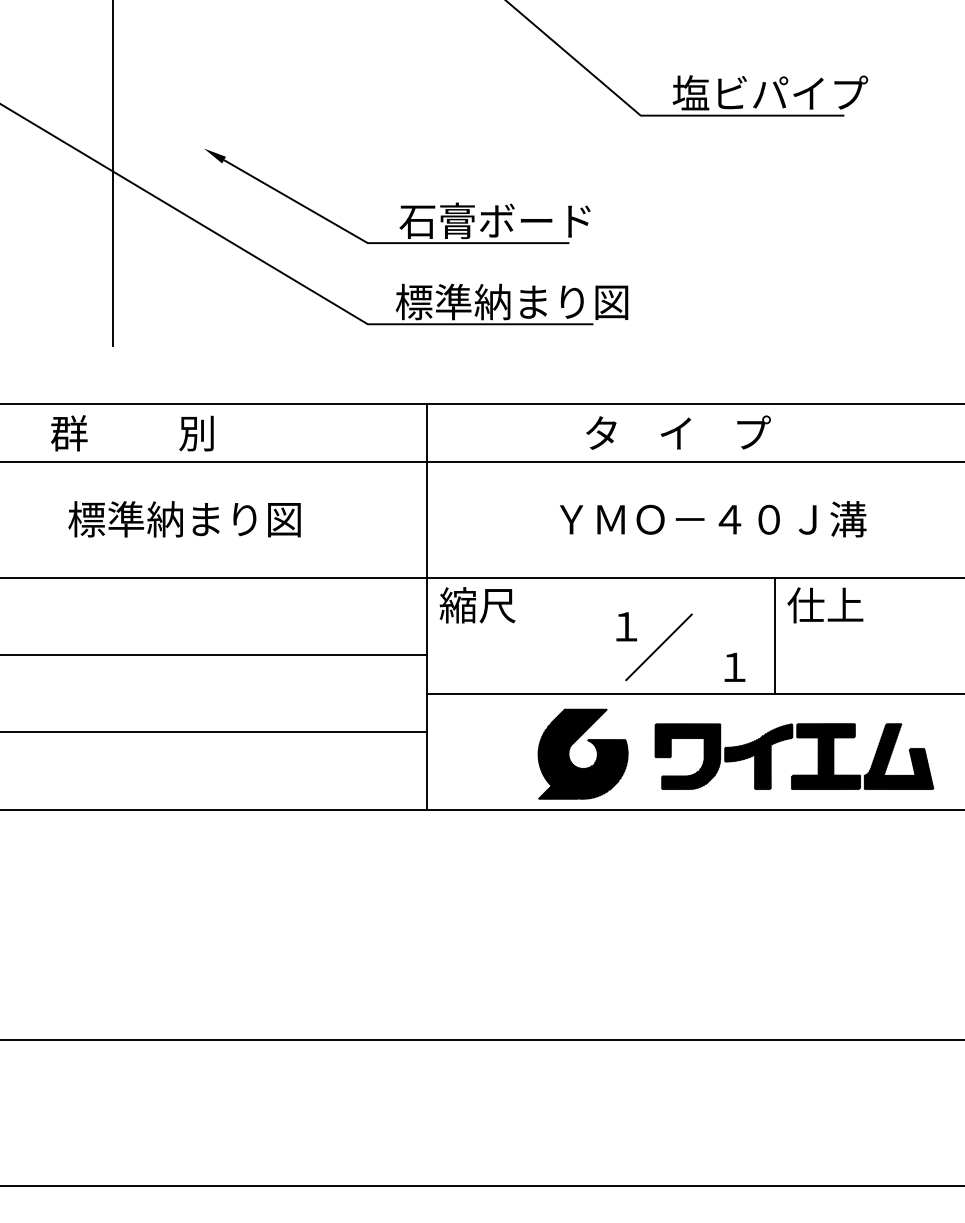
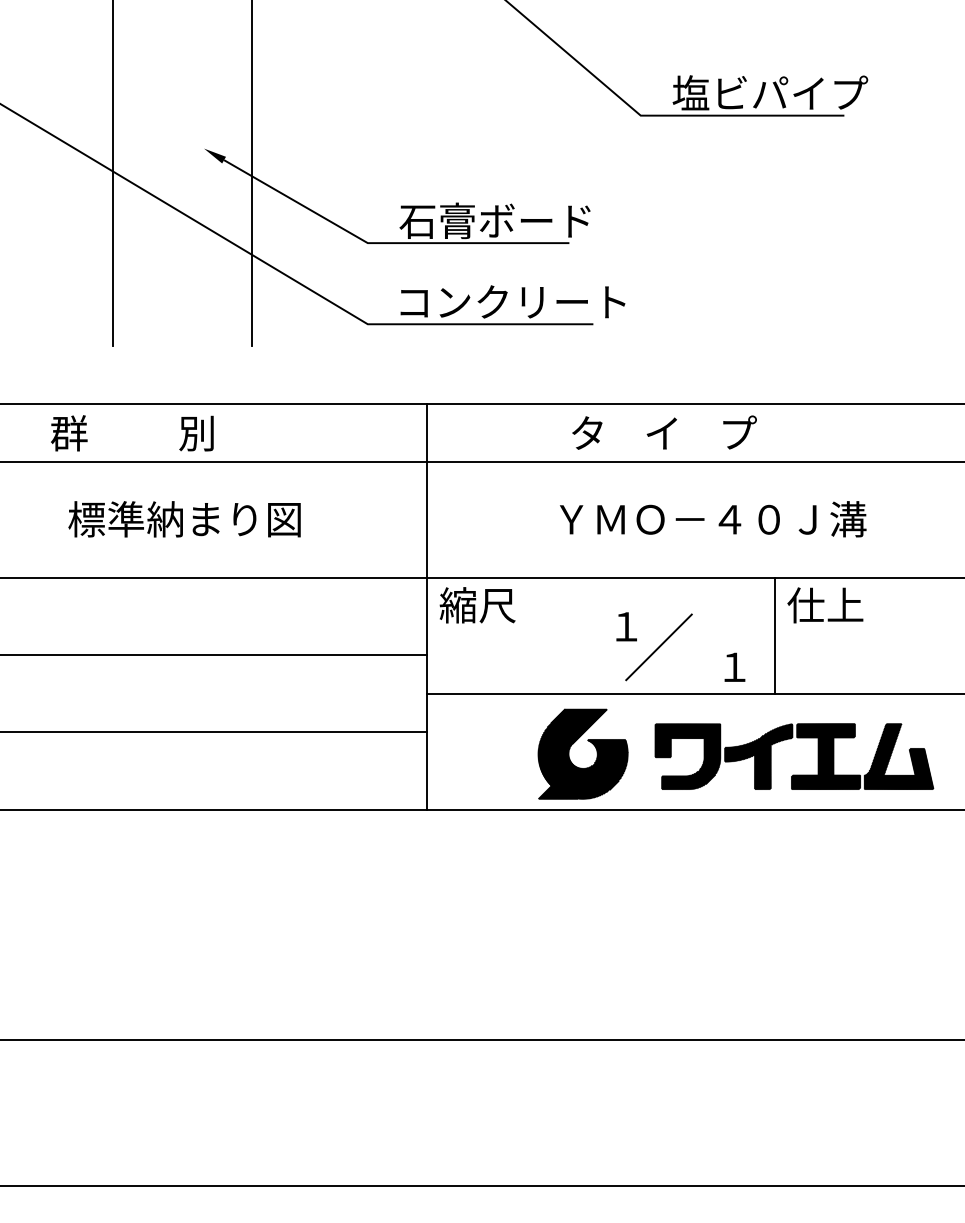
line at (251, 174): none -> present
text at (511, 301): 標準納まり図 -> コンクリート
text at (678, 432) position: (678, 432) -> (664, 432)
